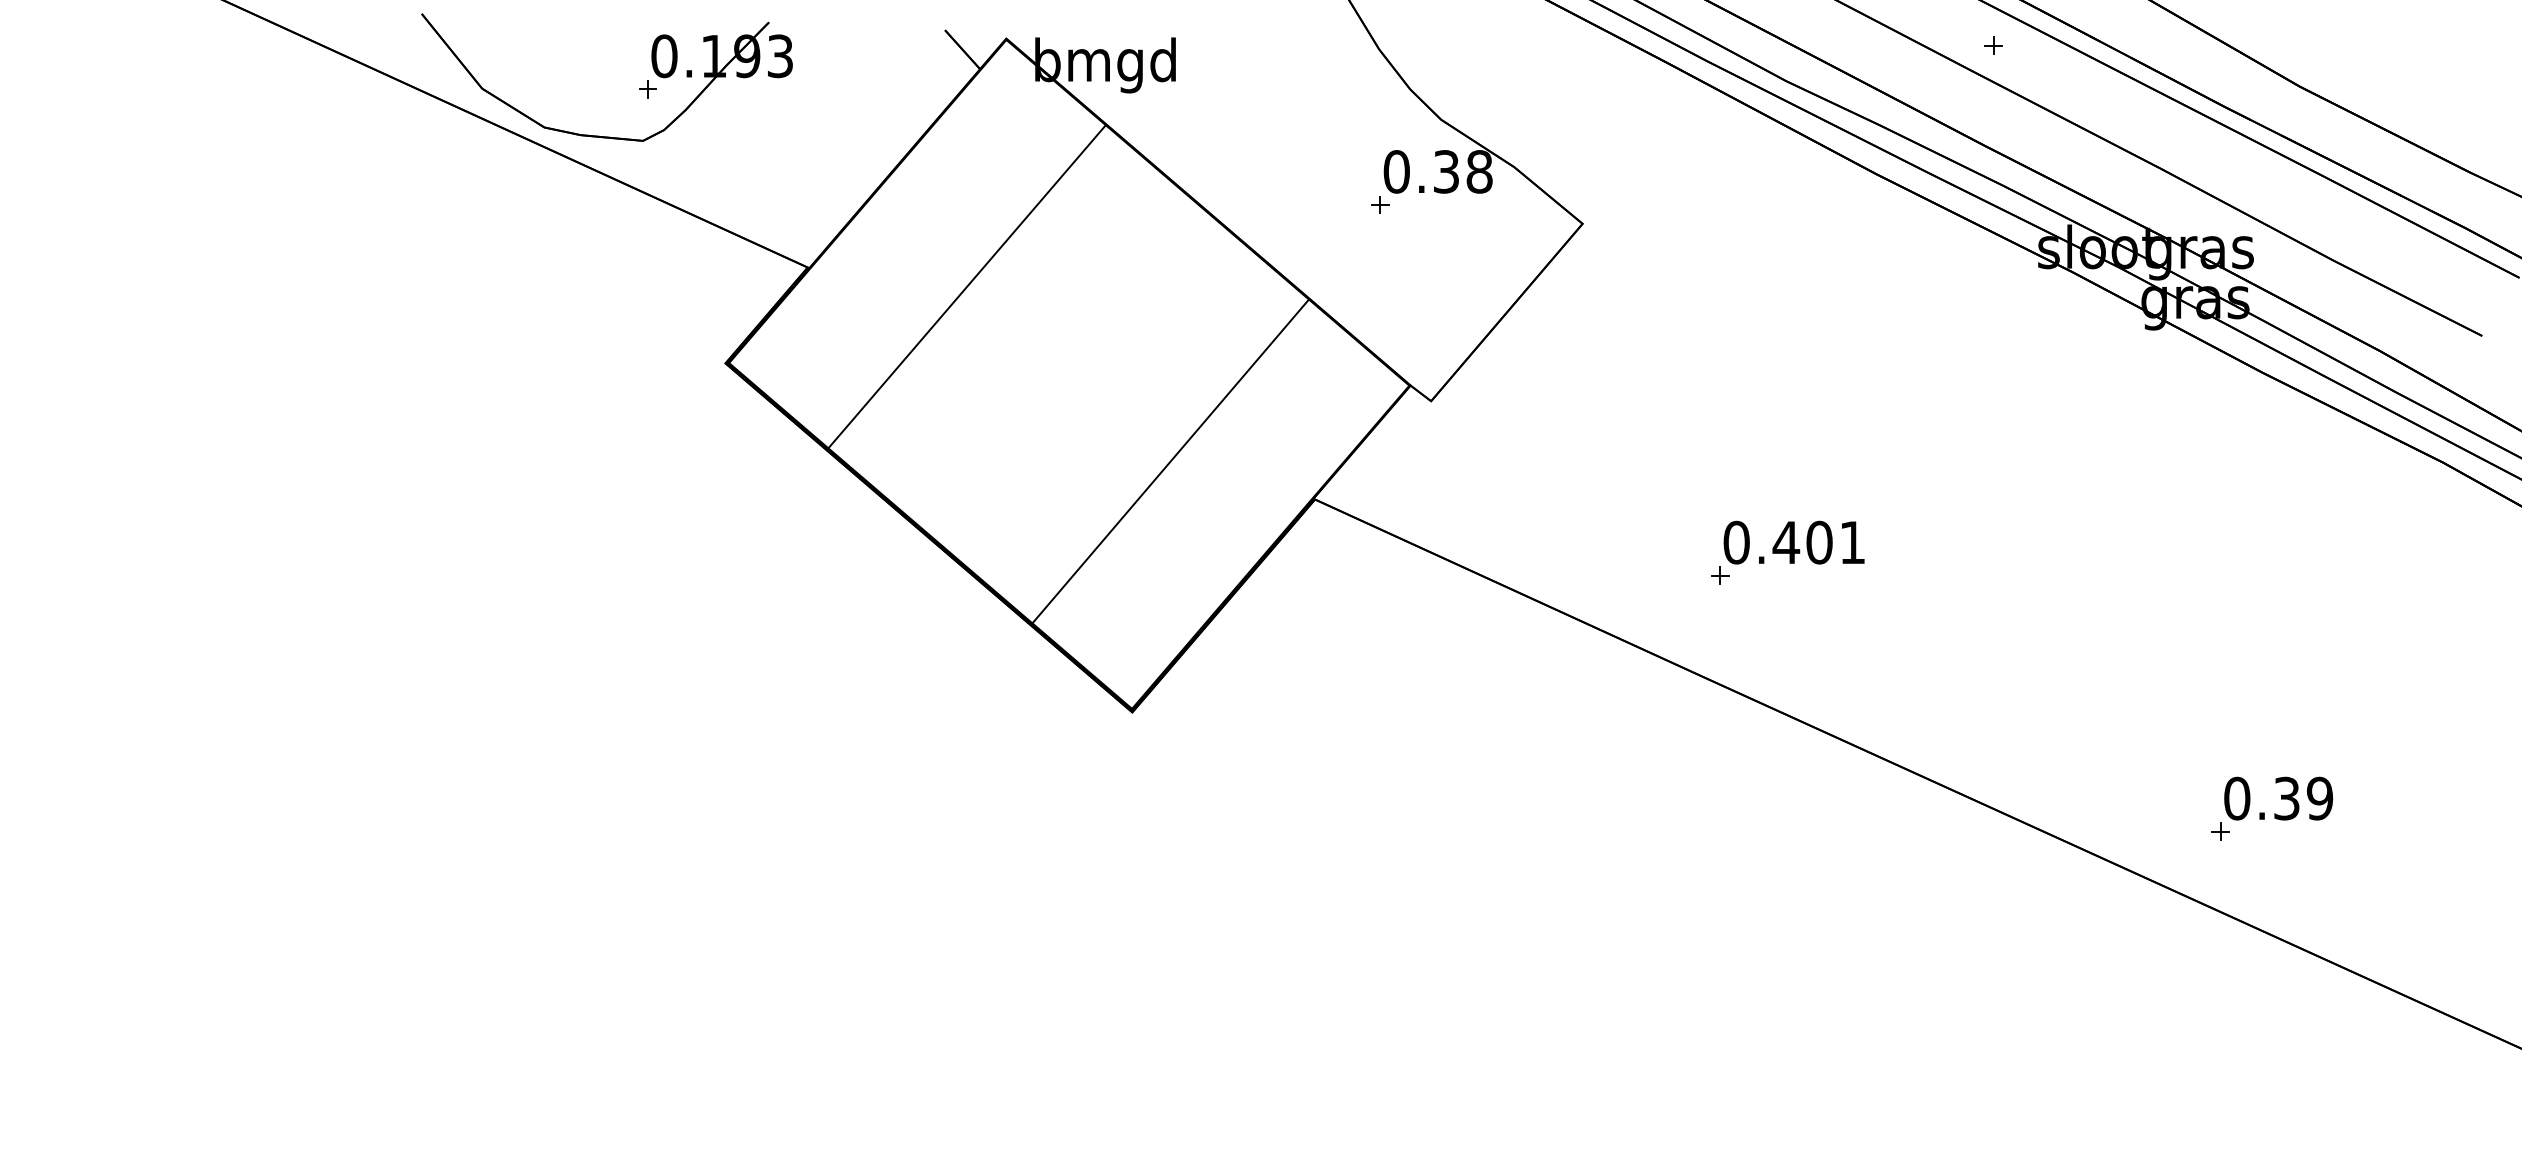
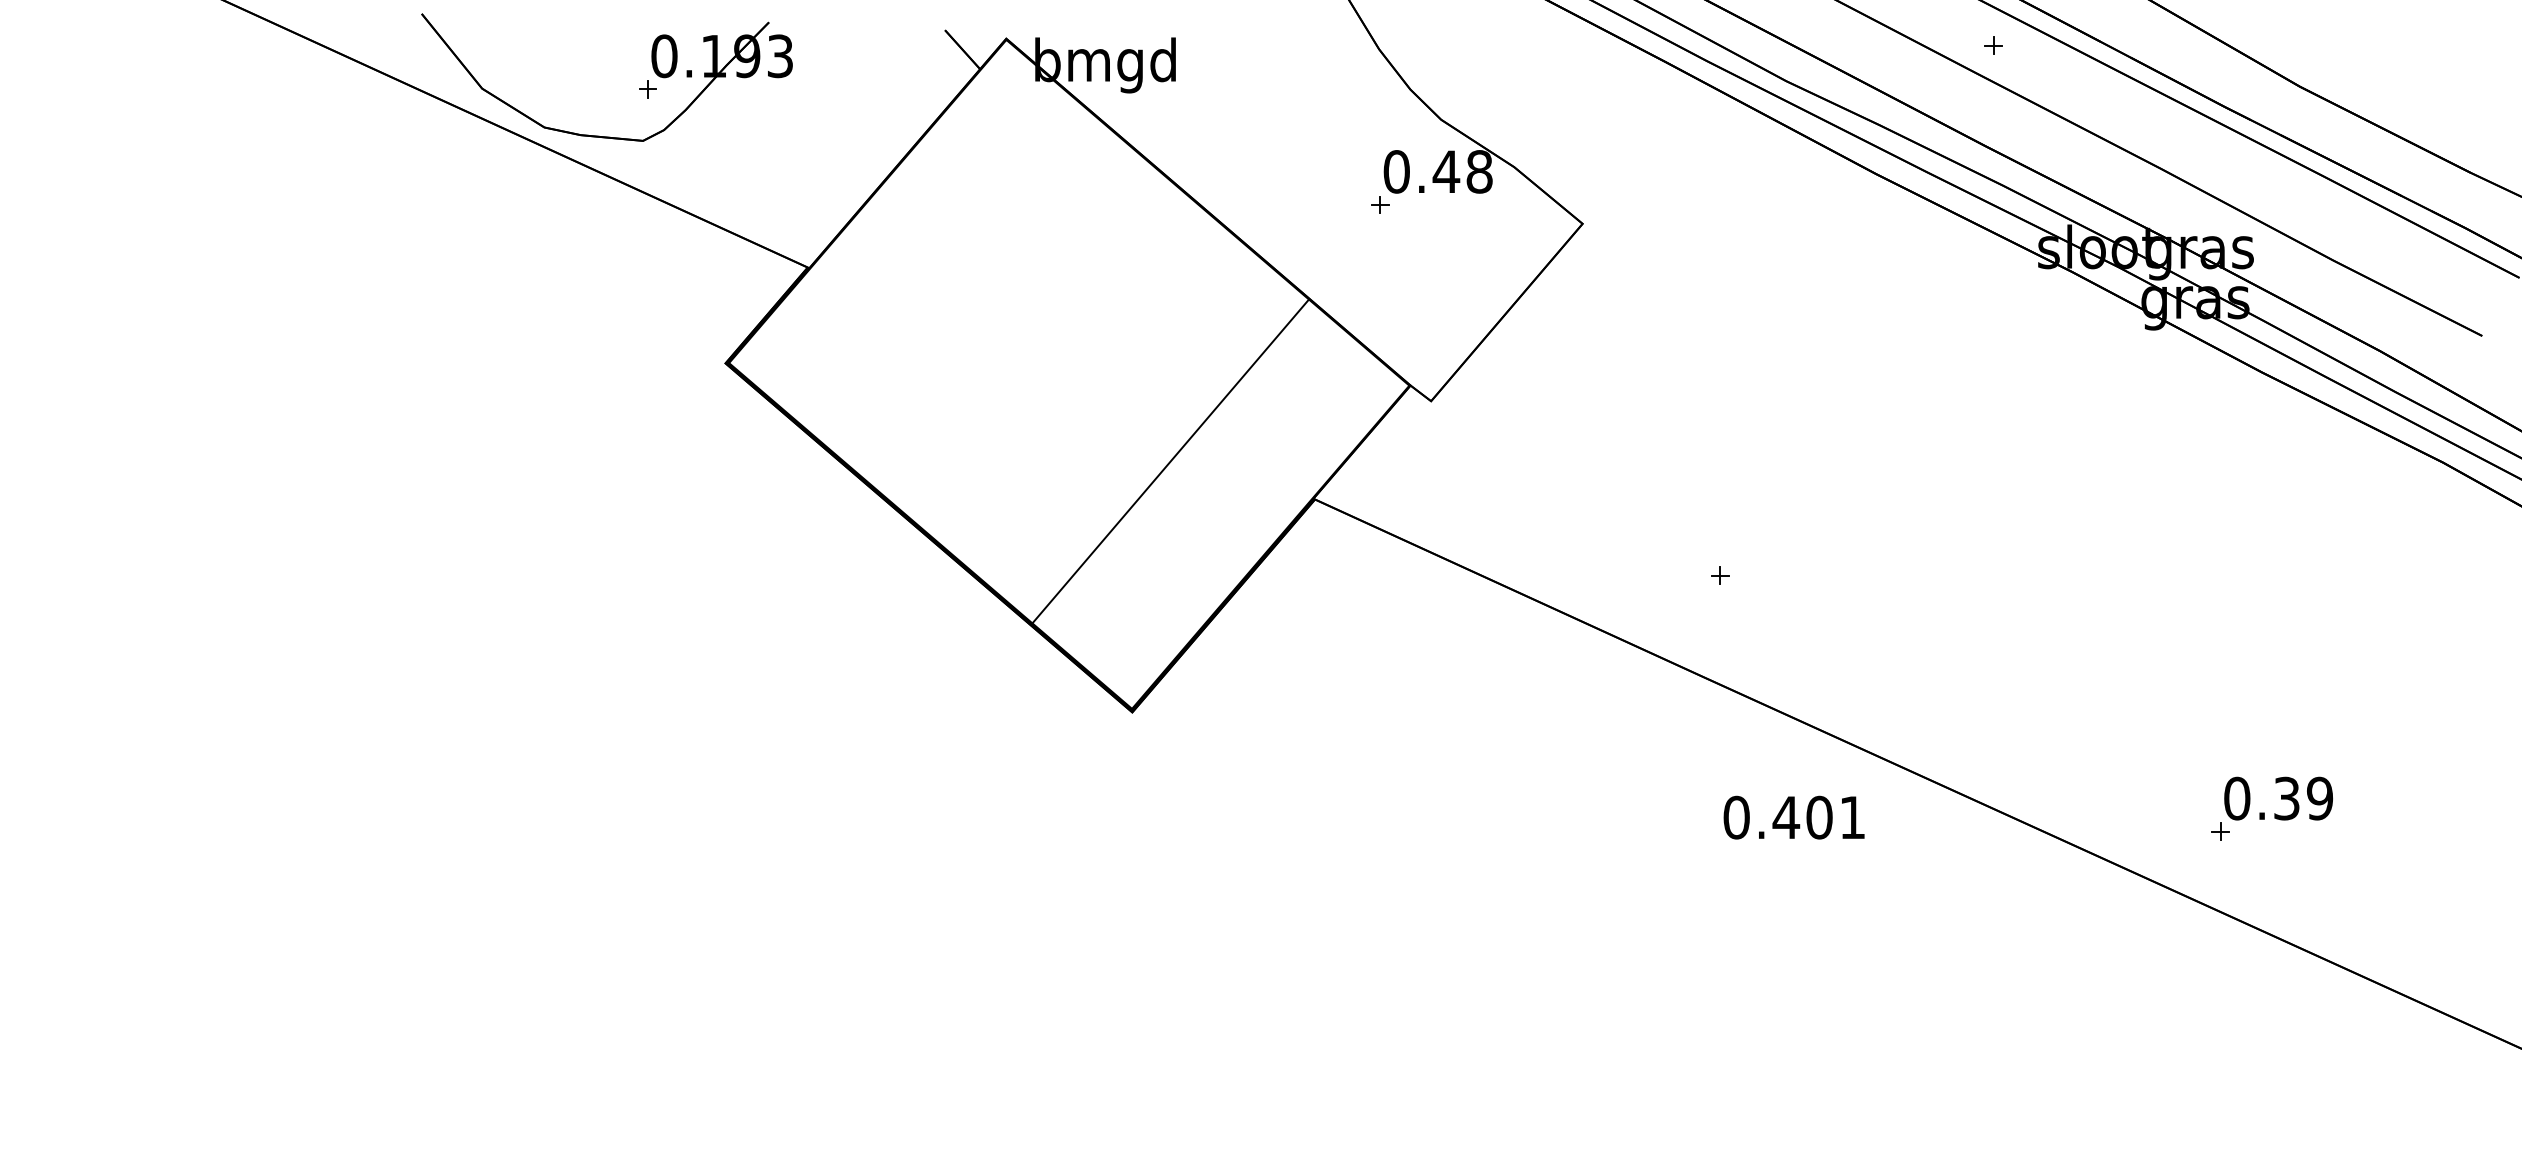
text at (1446, 171): 0.38 -> 0.48
line at (966, 286): present -> none
text at (1793, 542) position: (1793, 542) -> (1793, 817)
